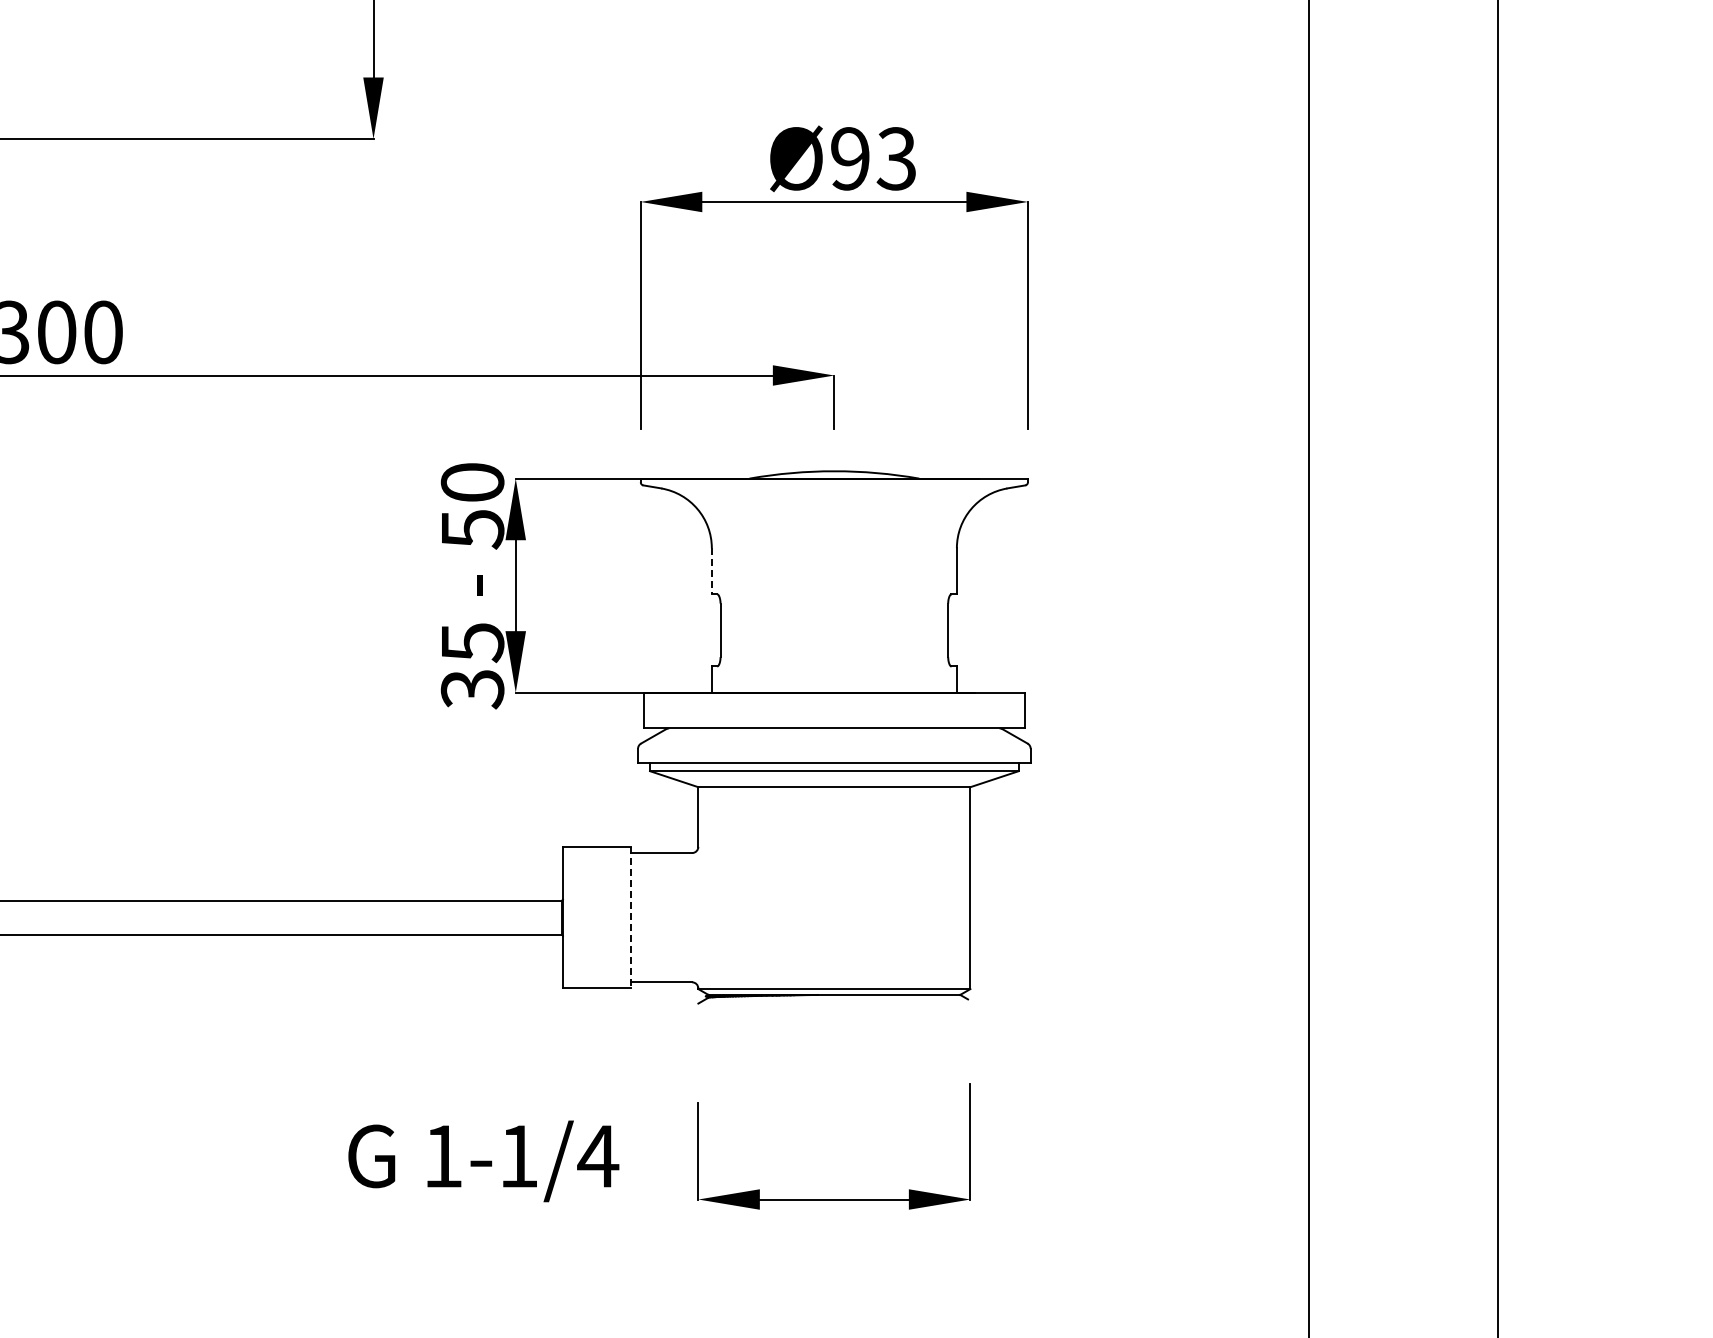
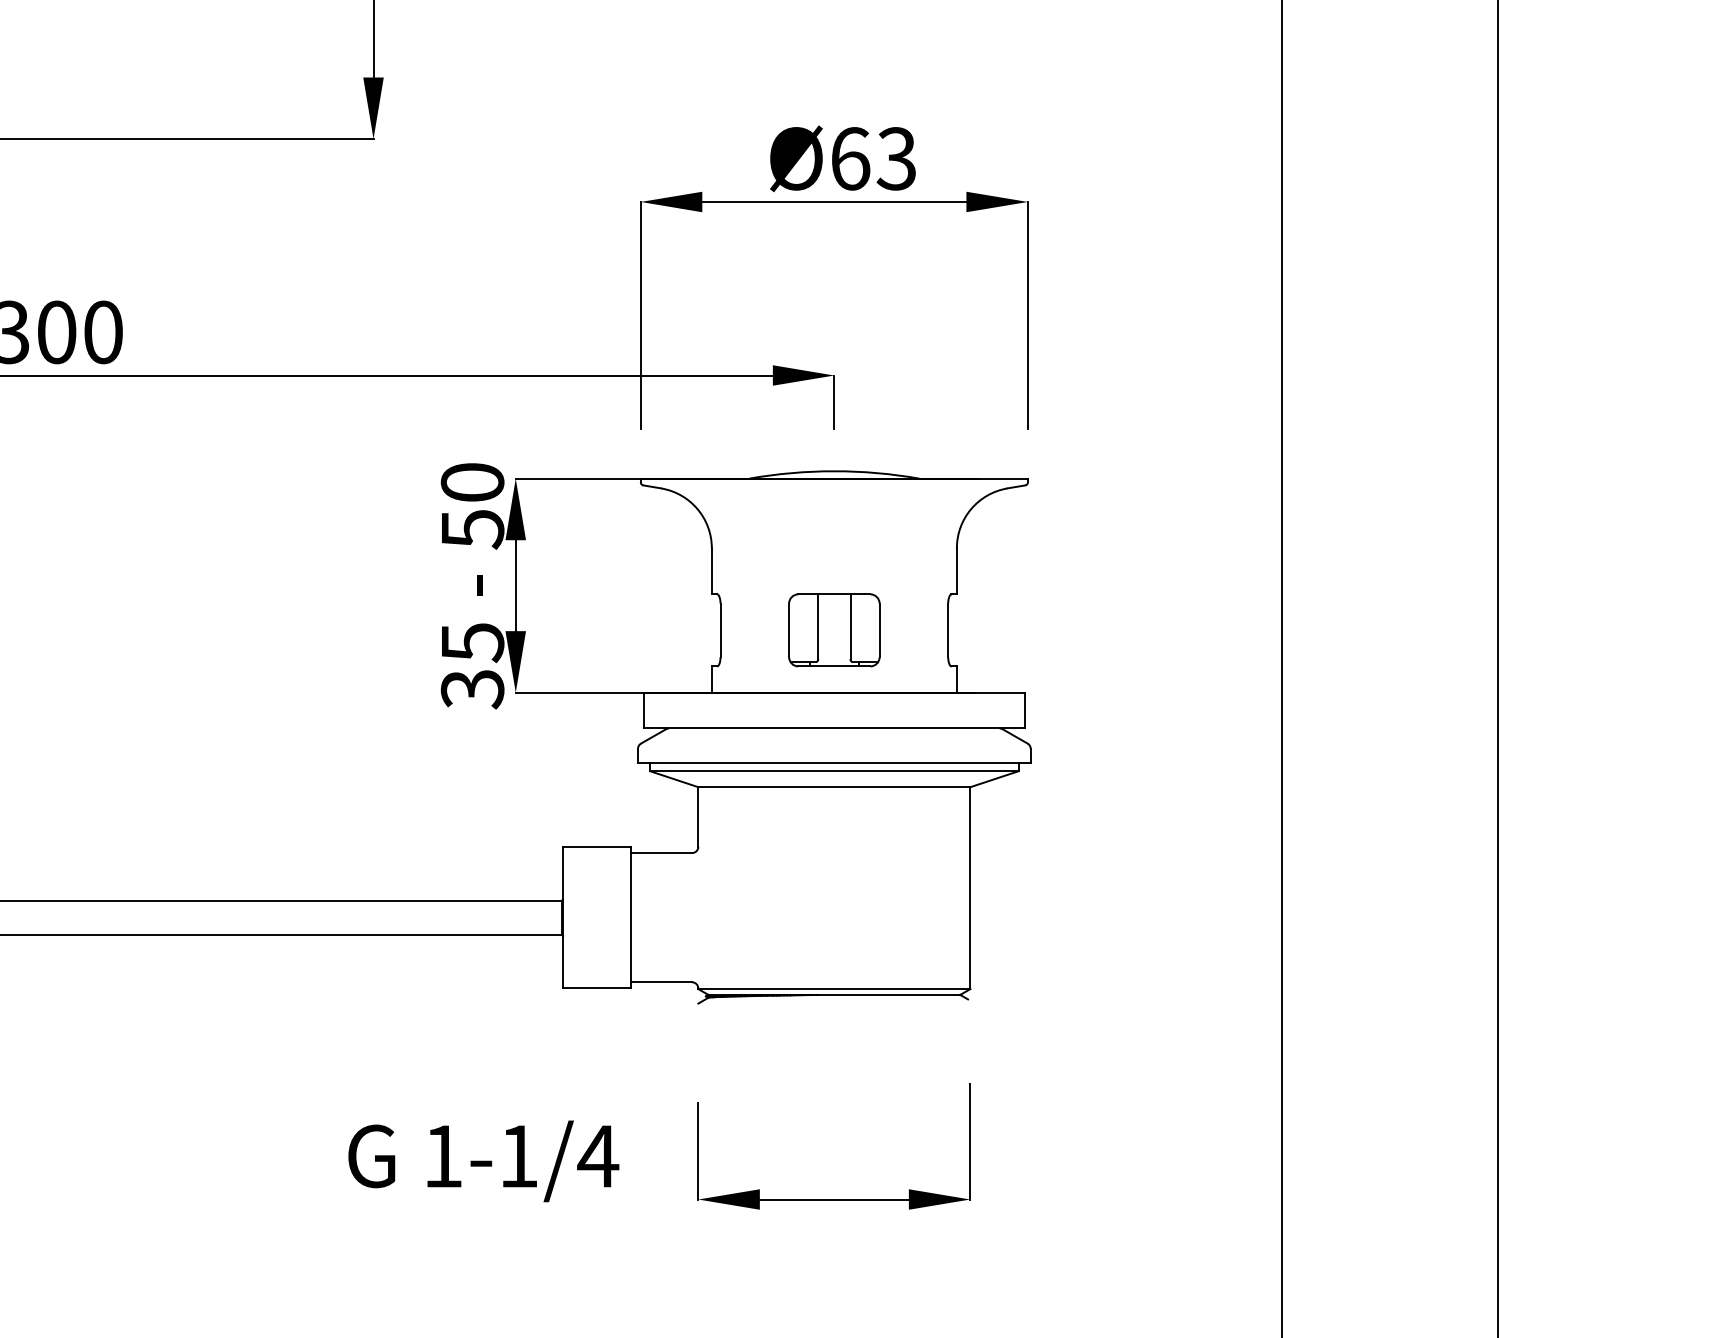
text at (850, 158): Ø93 -> Ø63
line at (711, 571): dashed -> solid
part at (834, 630): none -> present
line at (1309, 668) position: (1309, 668) -> (1282, 668)
line at (630, 917): dashed -> solid
